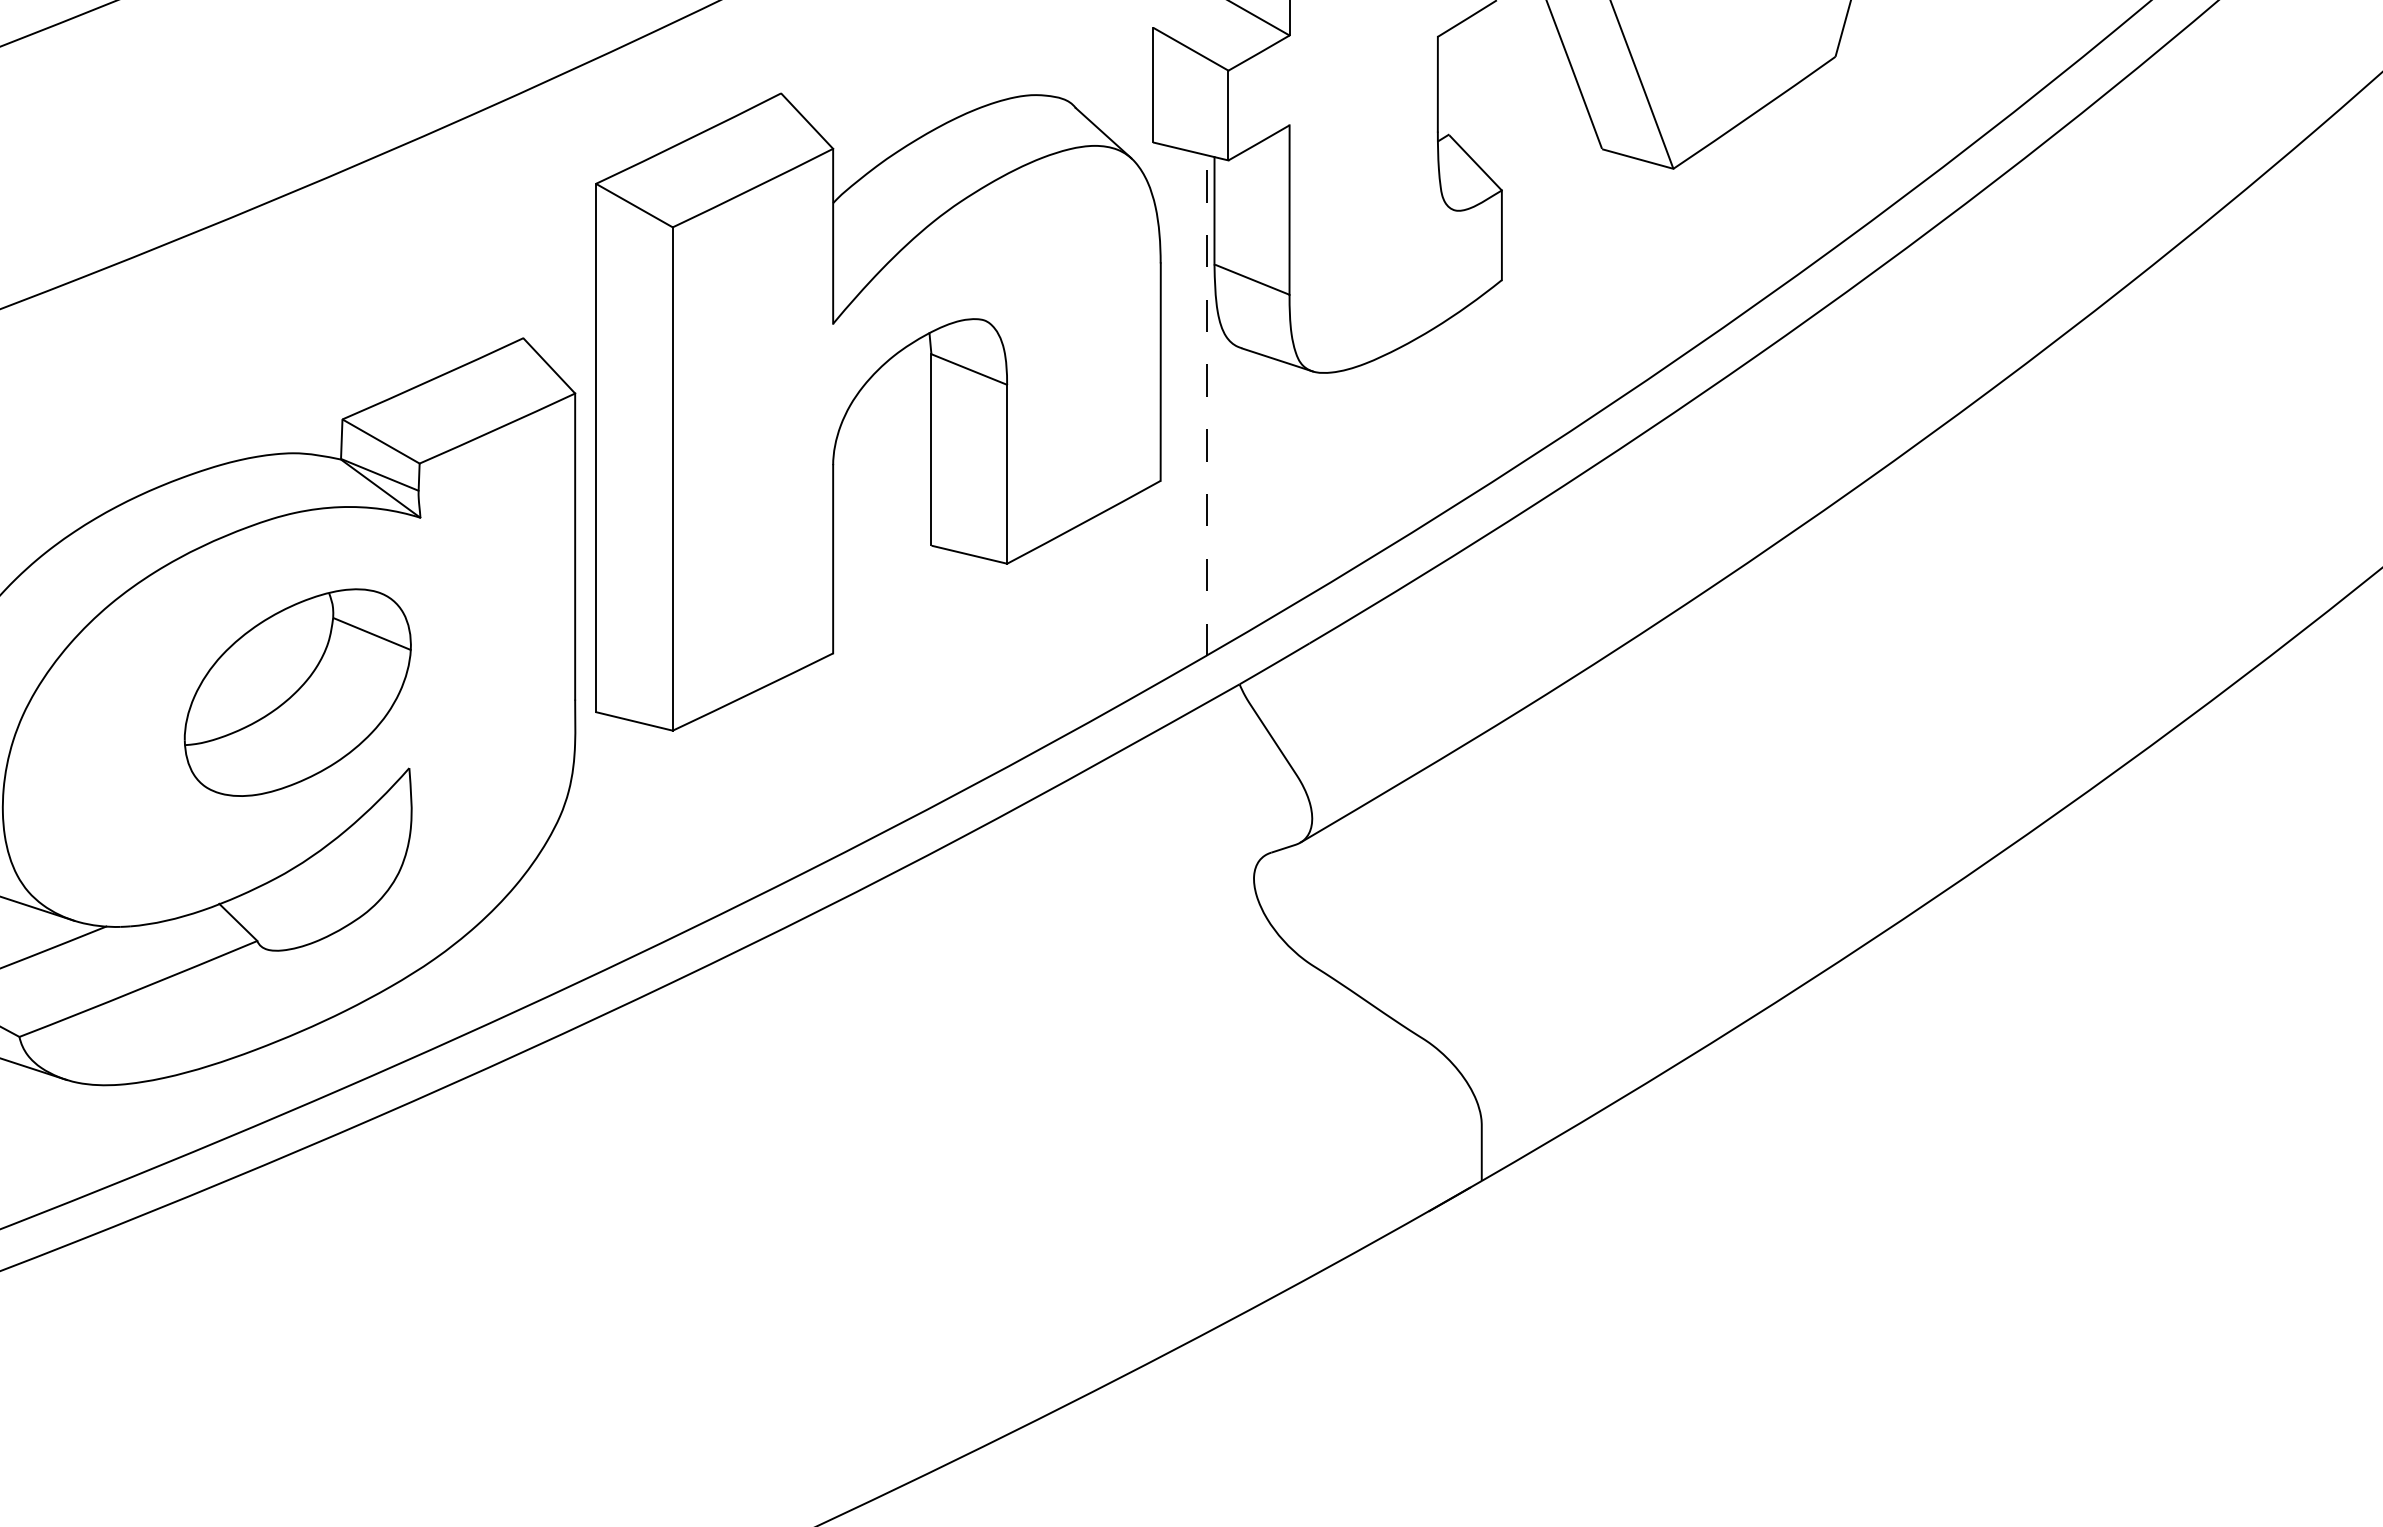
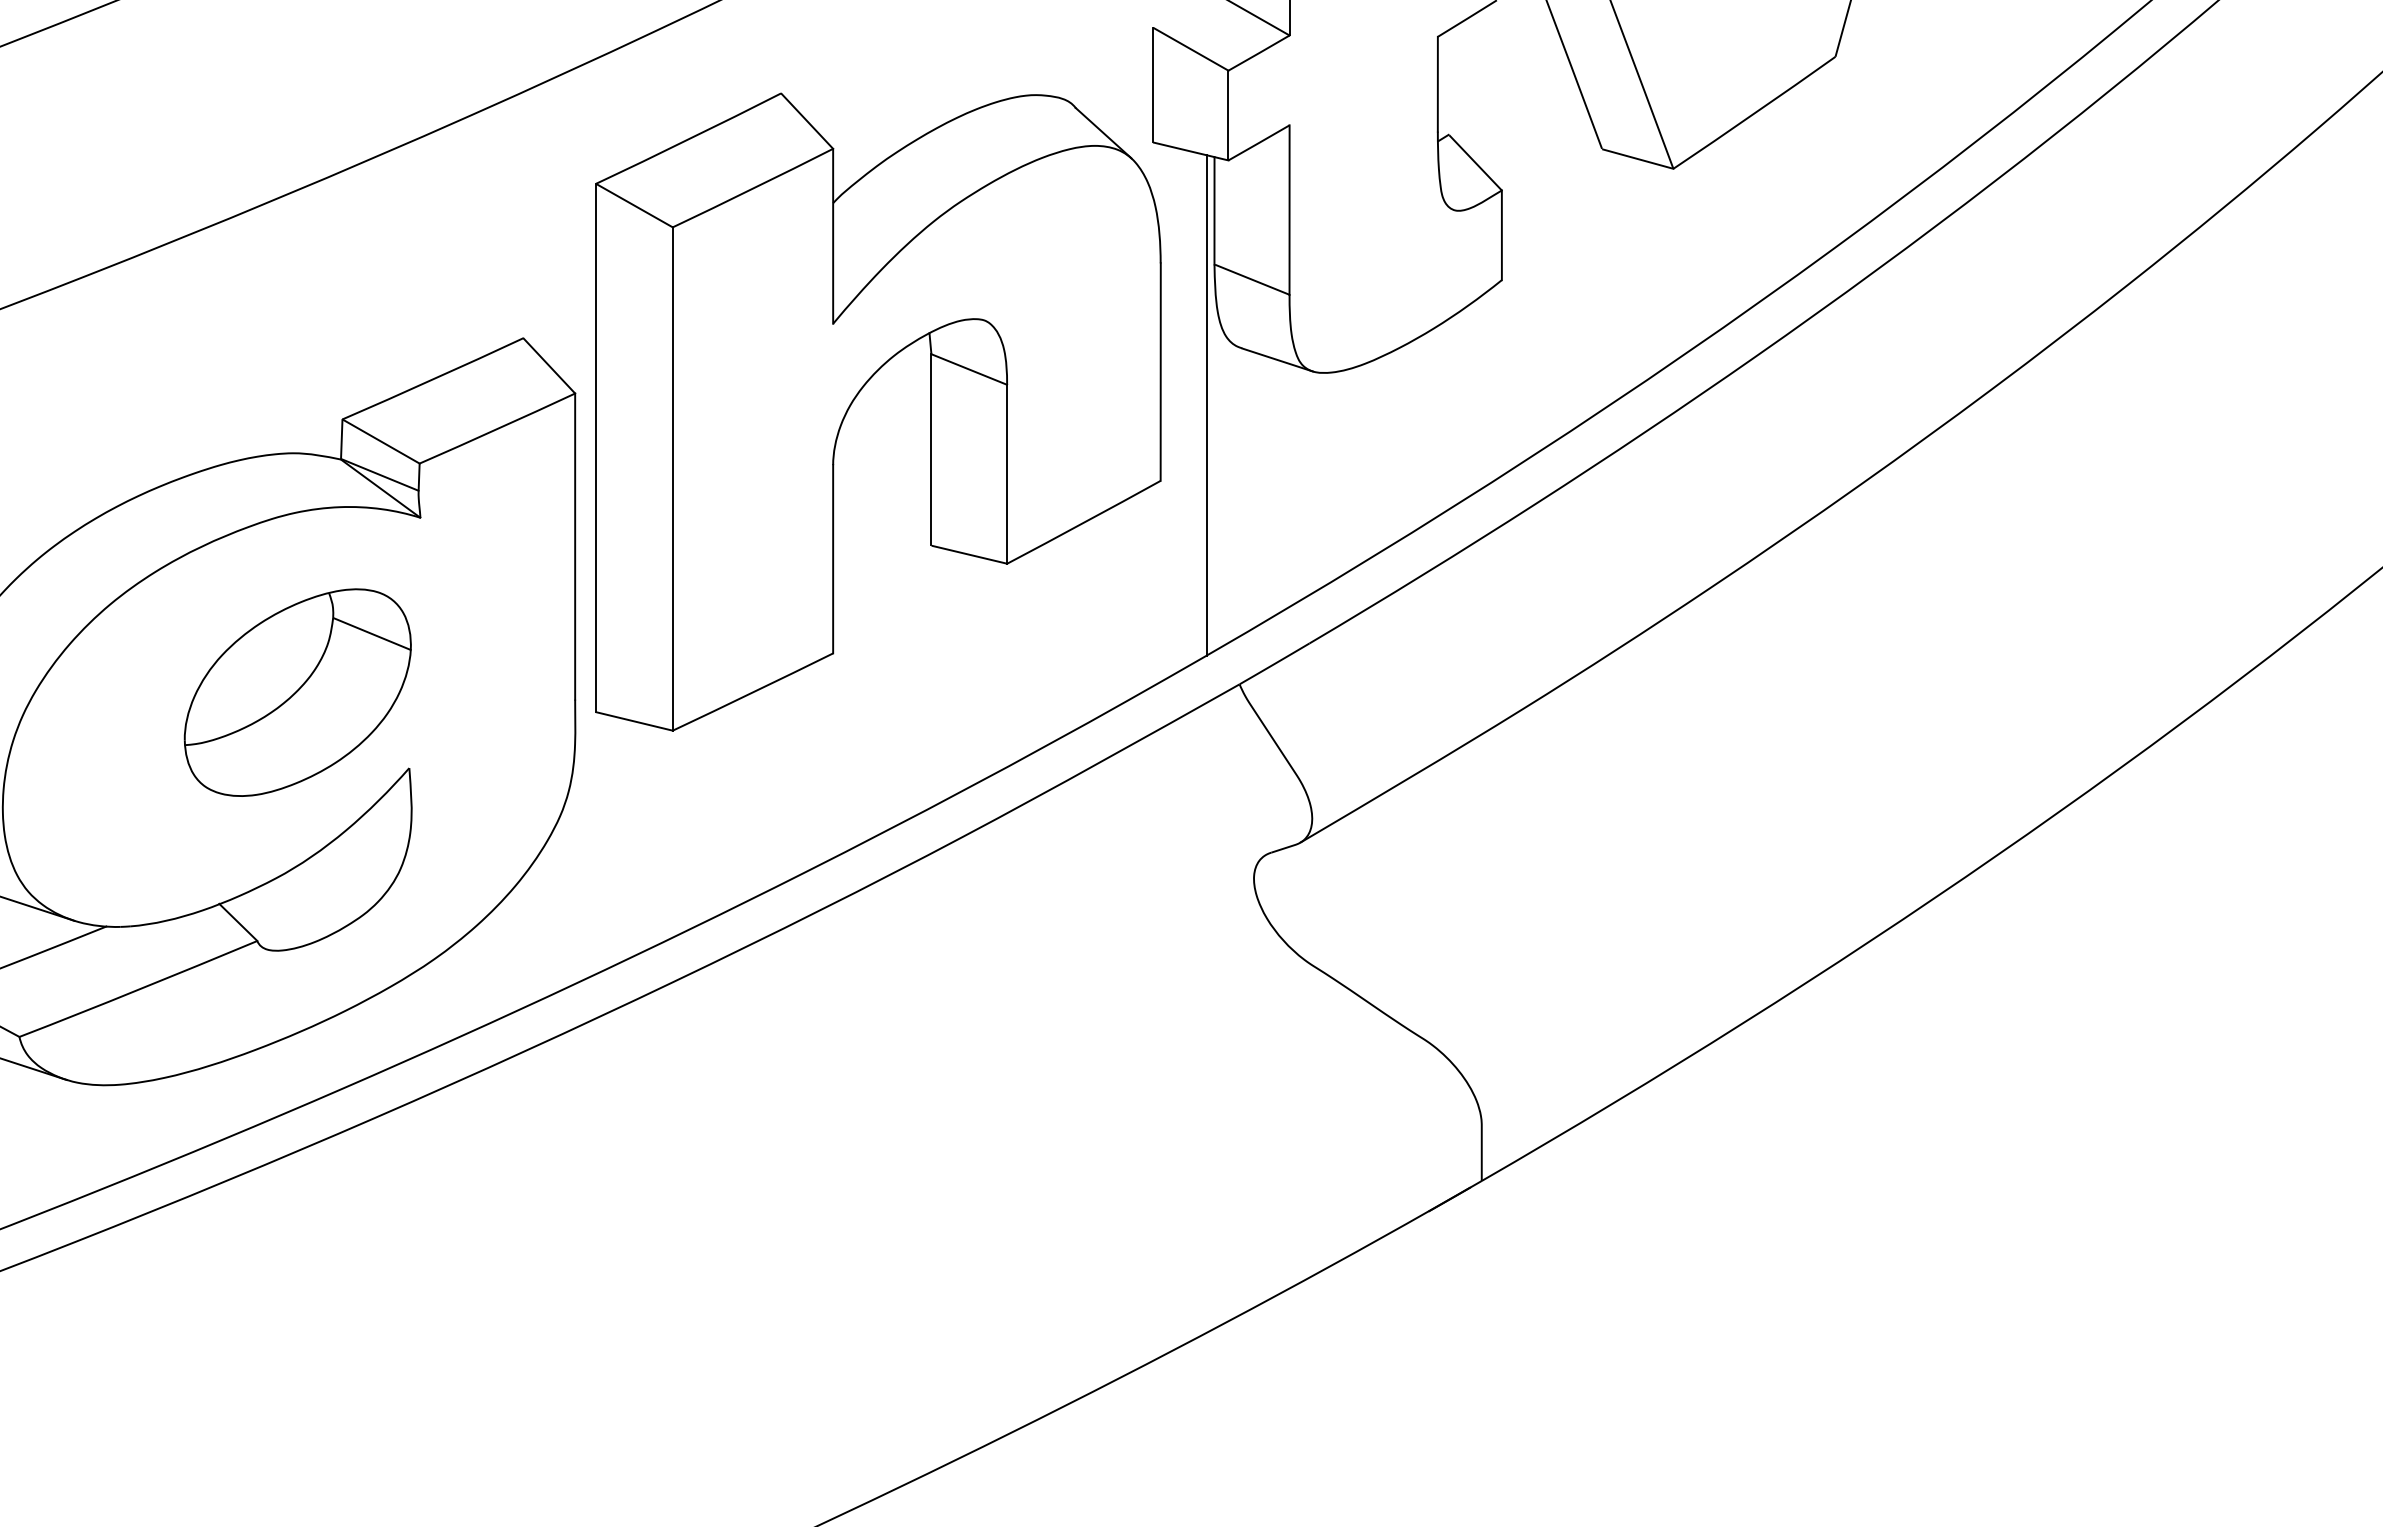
line at (1206, 405): dashed -> solid
